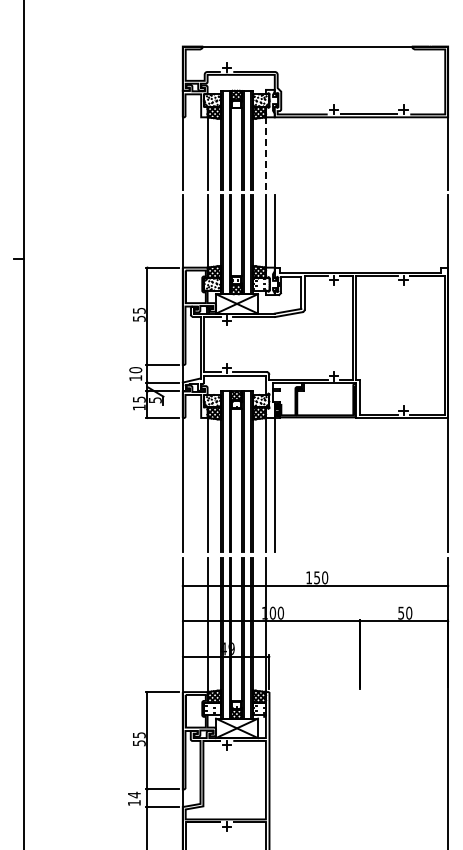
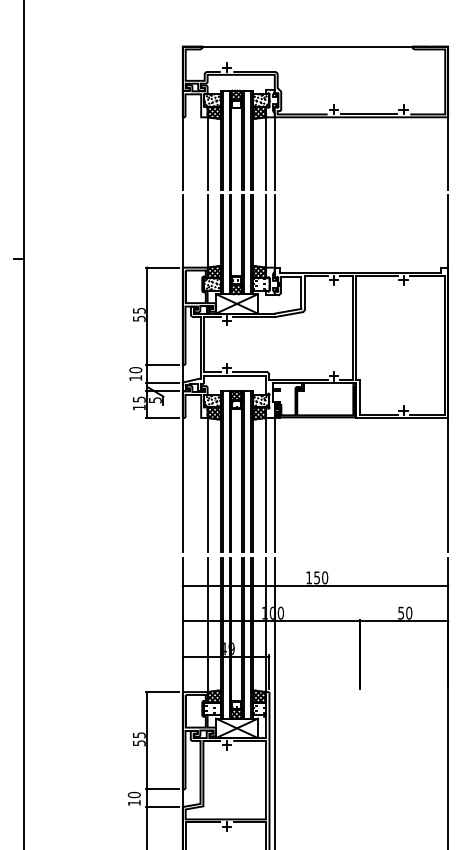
line at (274, 152): none -> present
line at (265, 153): dashed -> solid
line at (274, 701): none -> present
text at (133, 794): 14 -> 10
